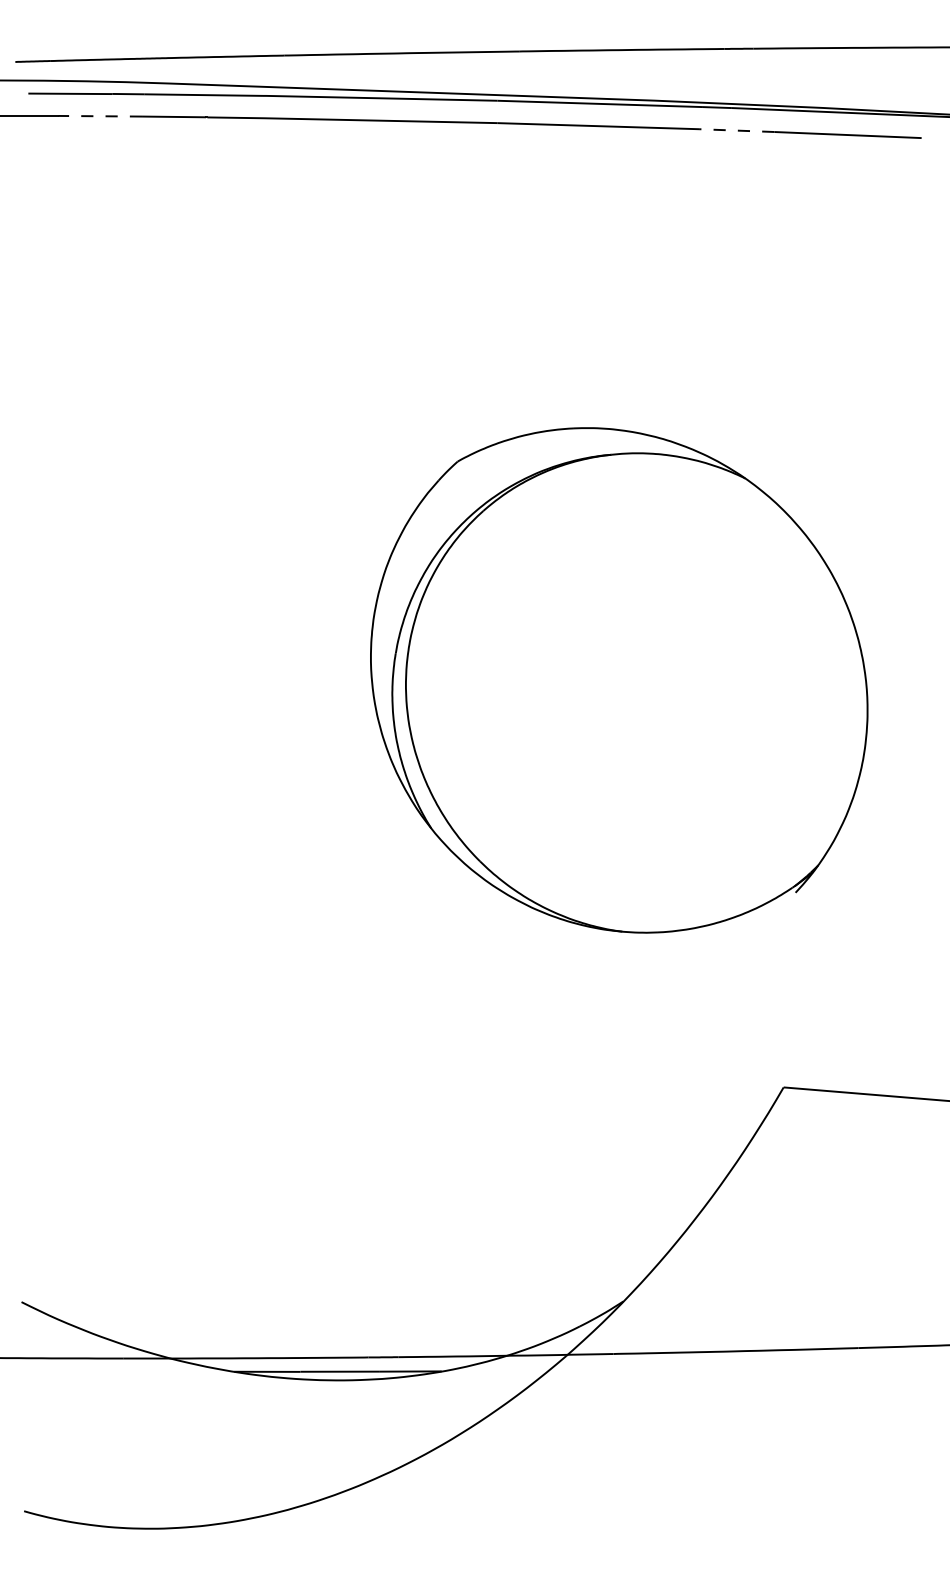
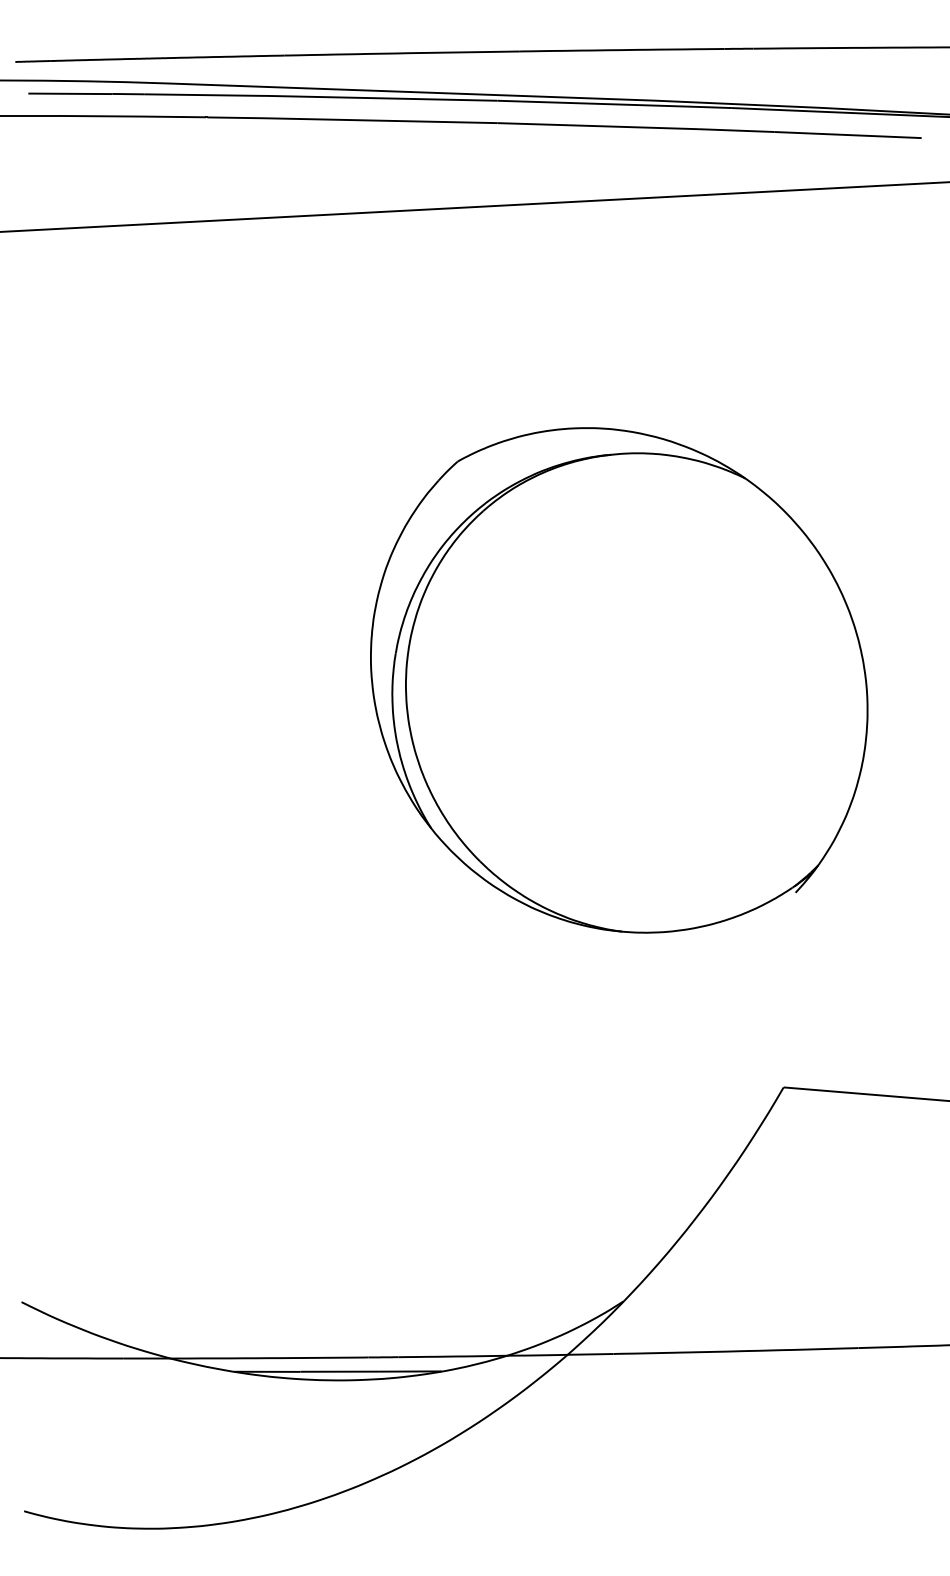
line at (100, 116): dashed -> solid
line at (736, 130): dashed -> solid
line at (474, 206): none -> present
